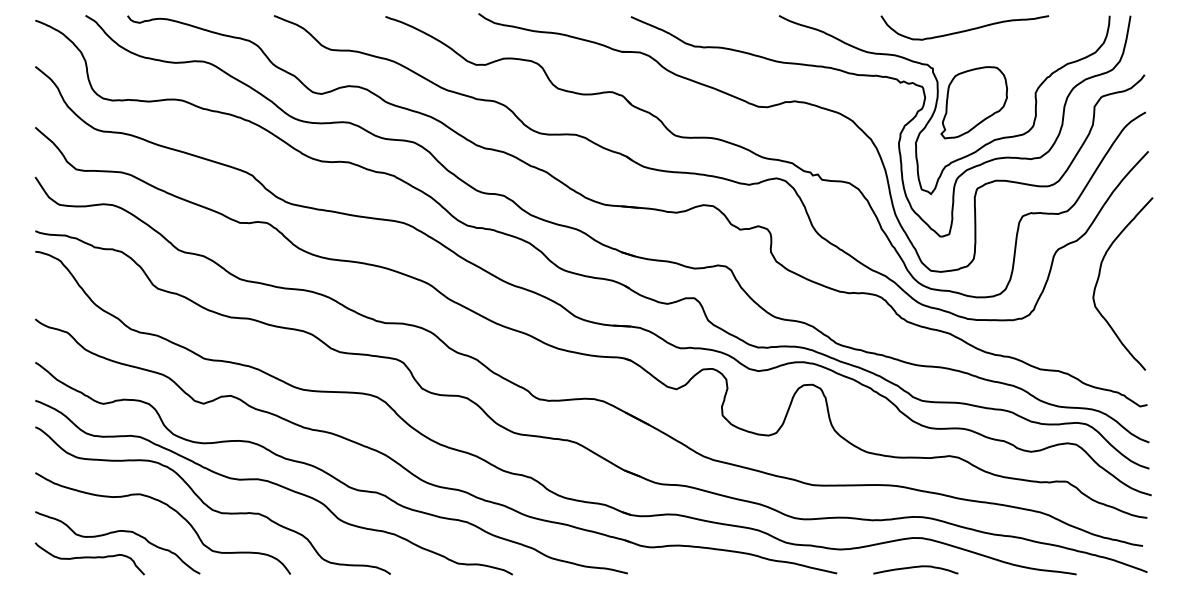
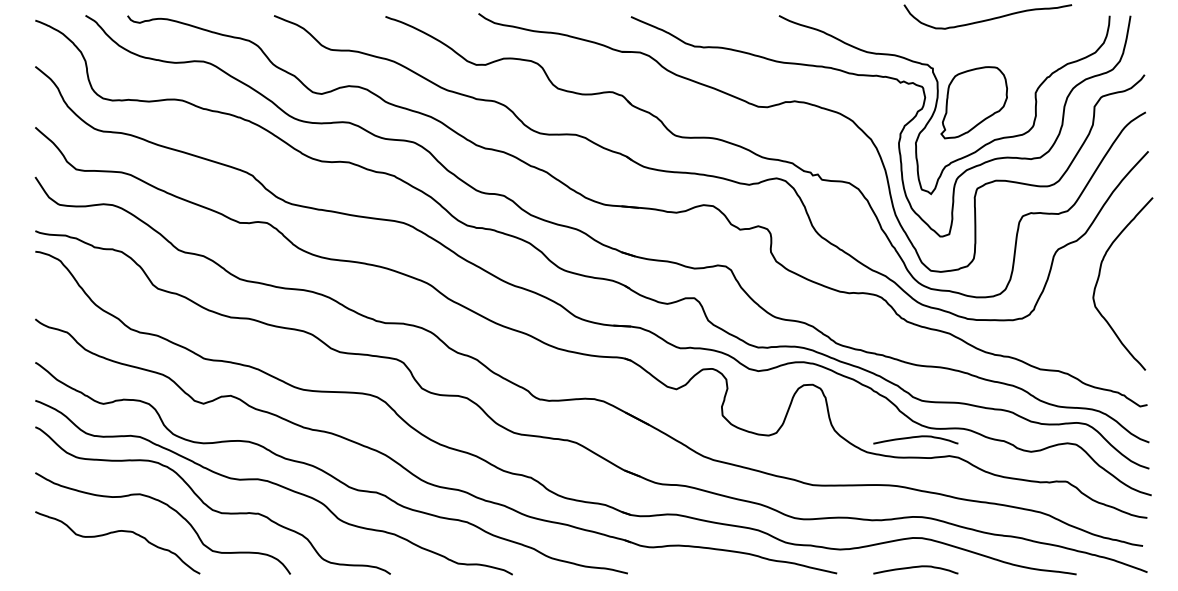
curve at (966, 29) position: (966, 29) -> (989, 18)
curve at (915, 437): none -> present
curve at (89, 558): present -> none
